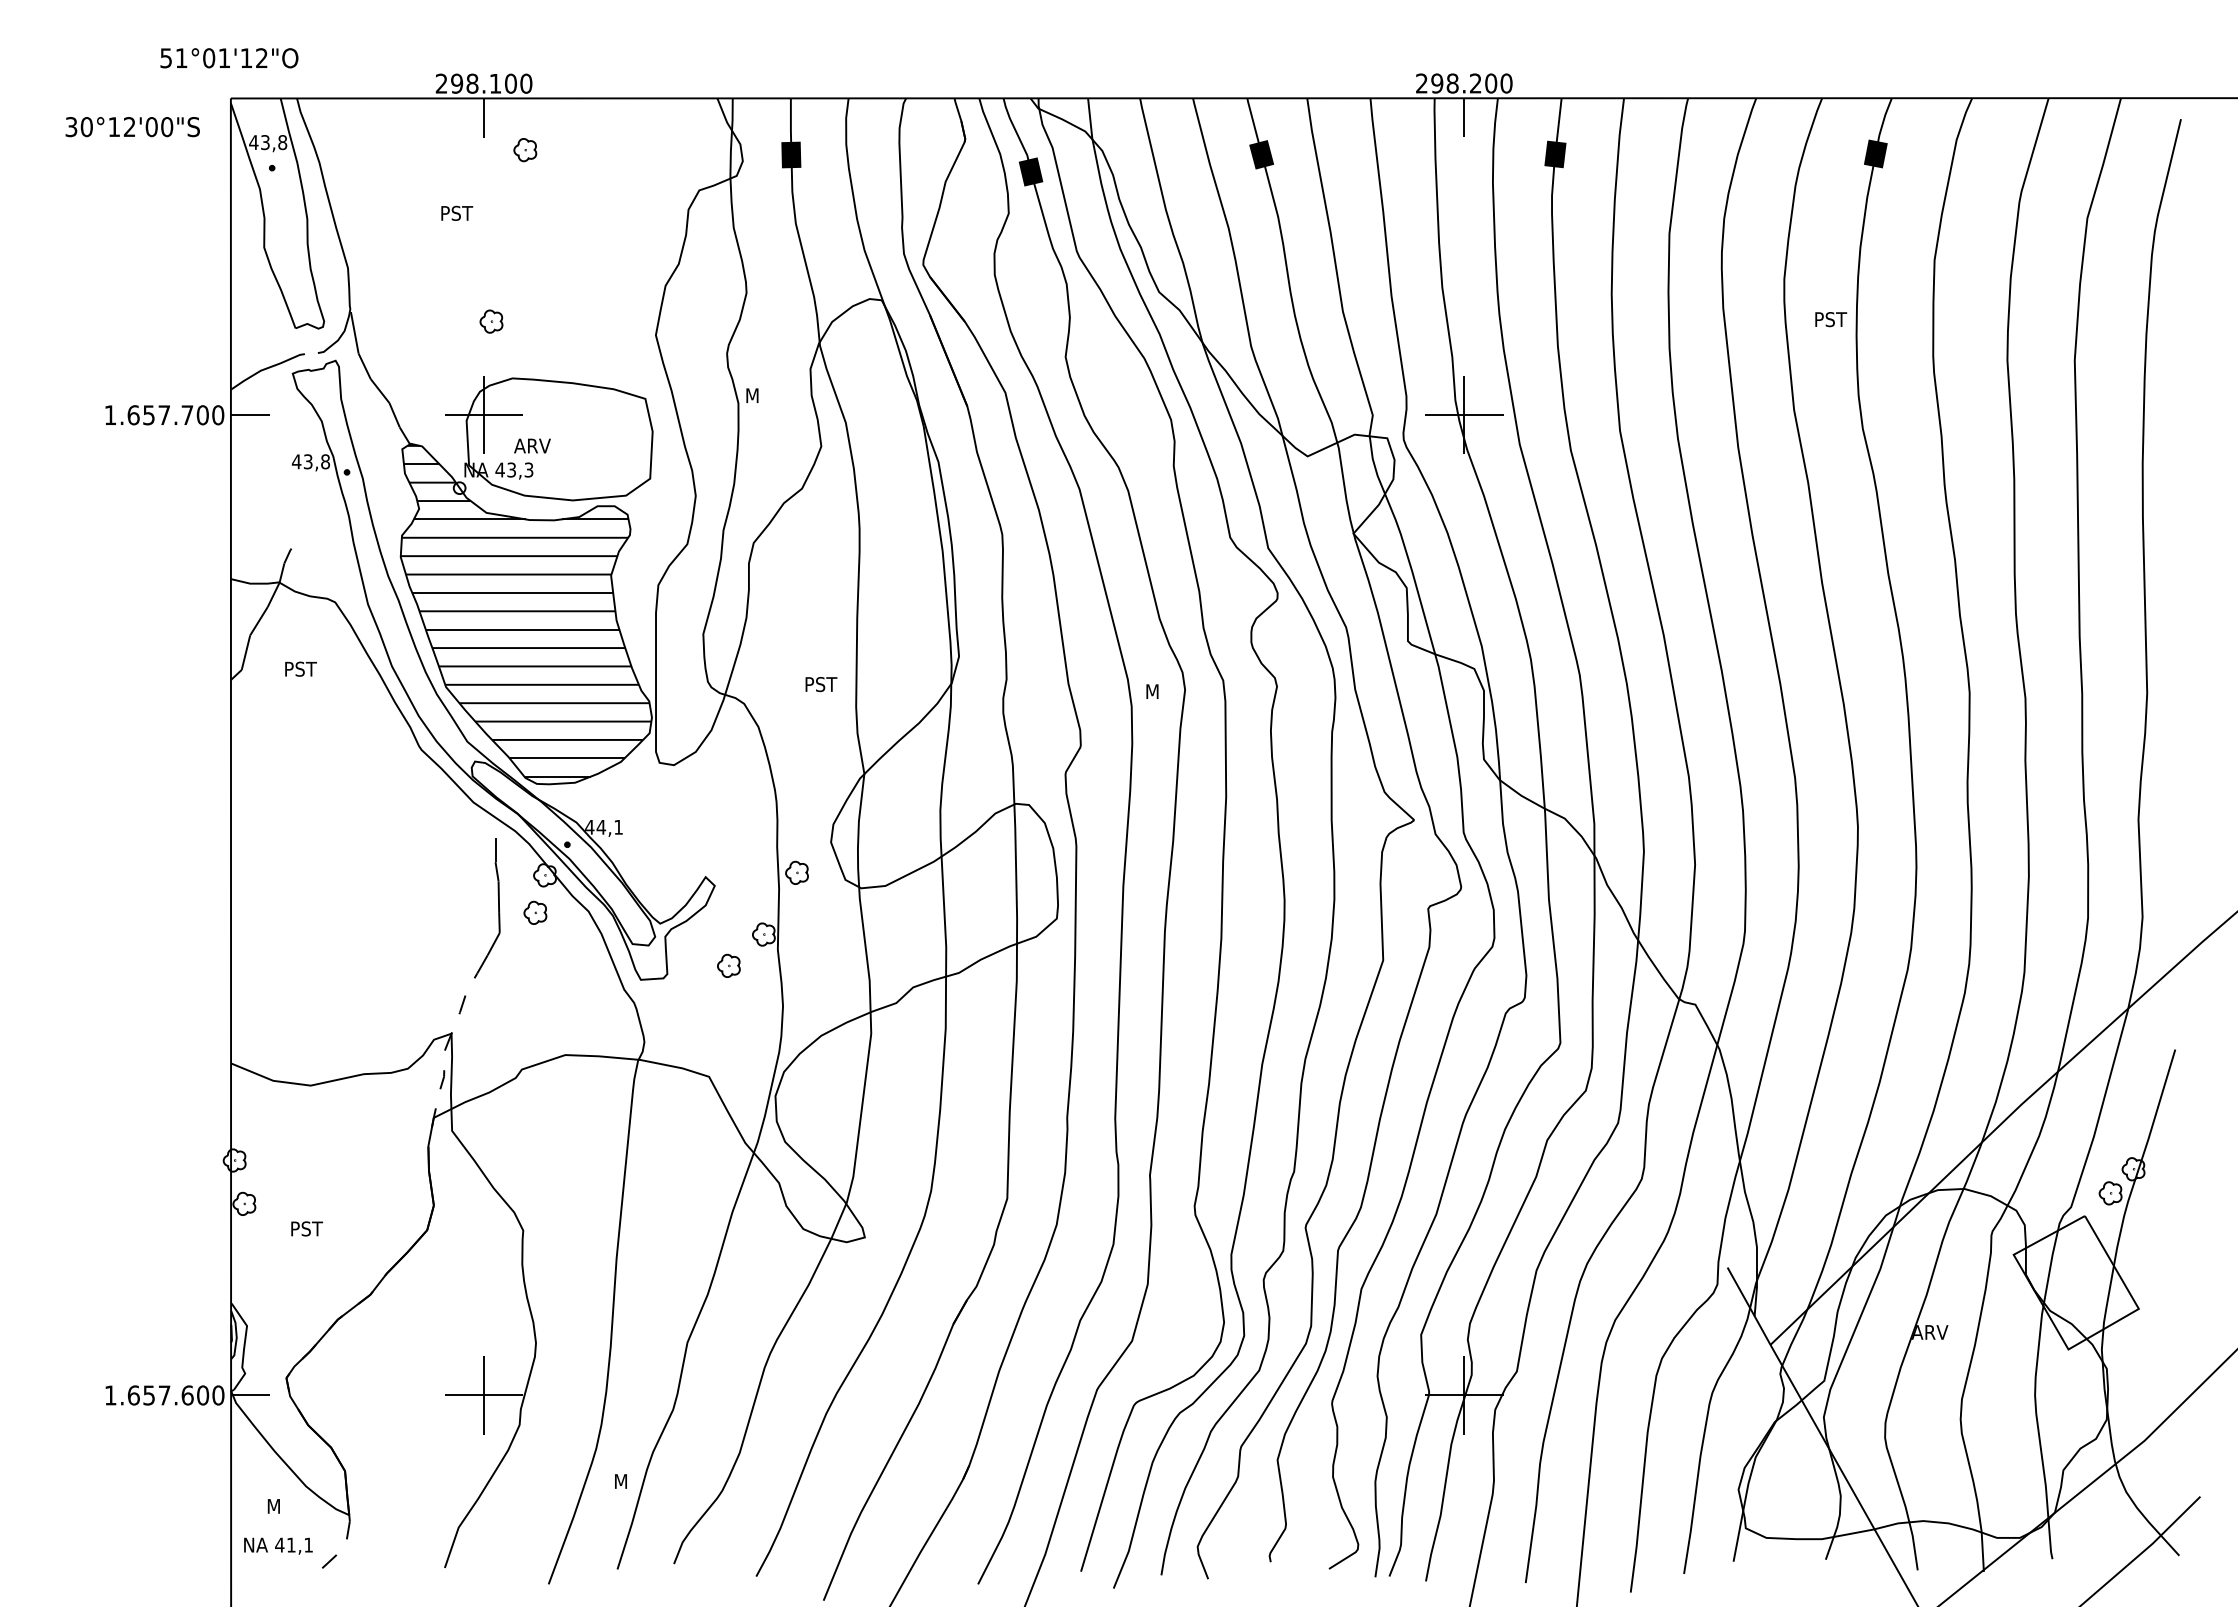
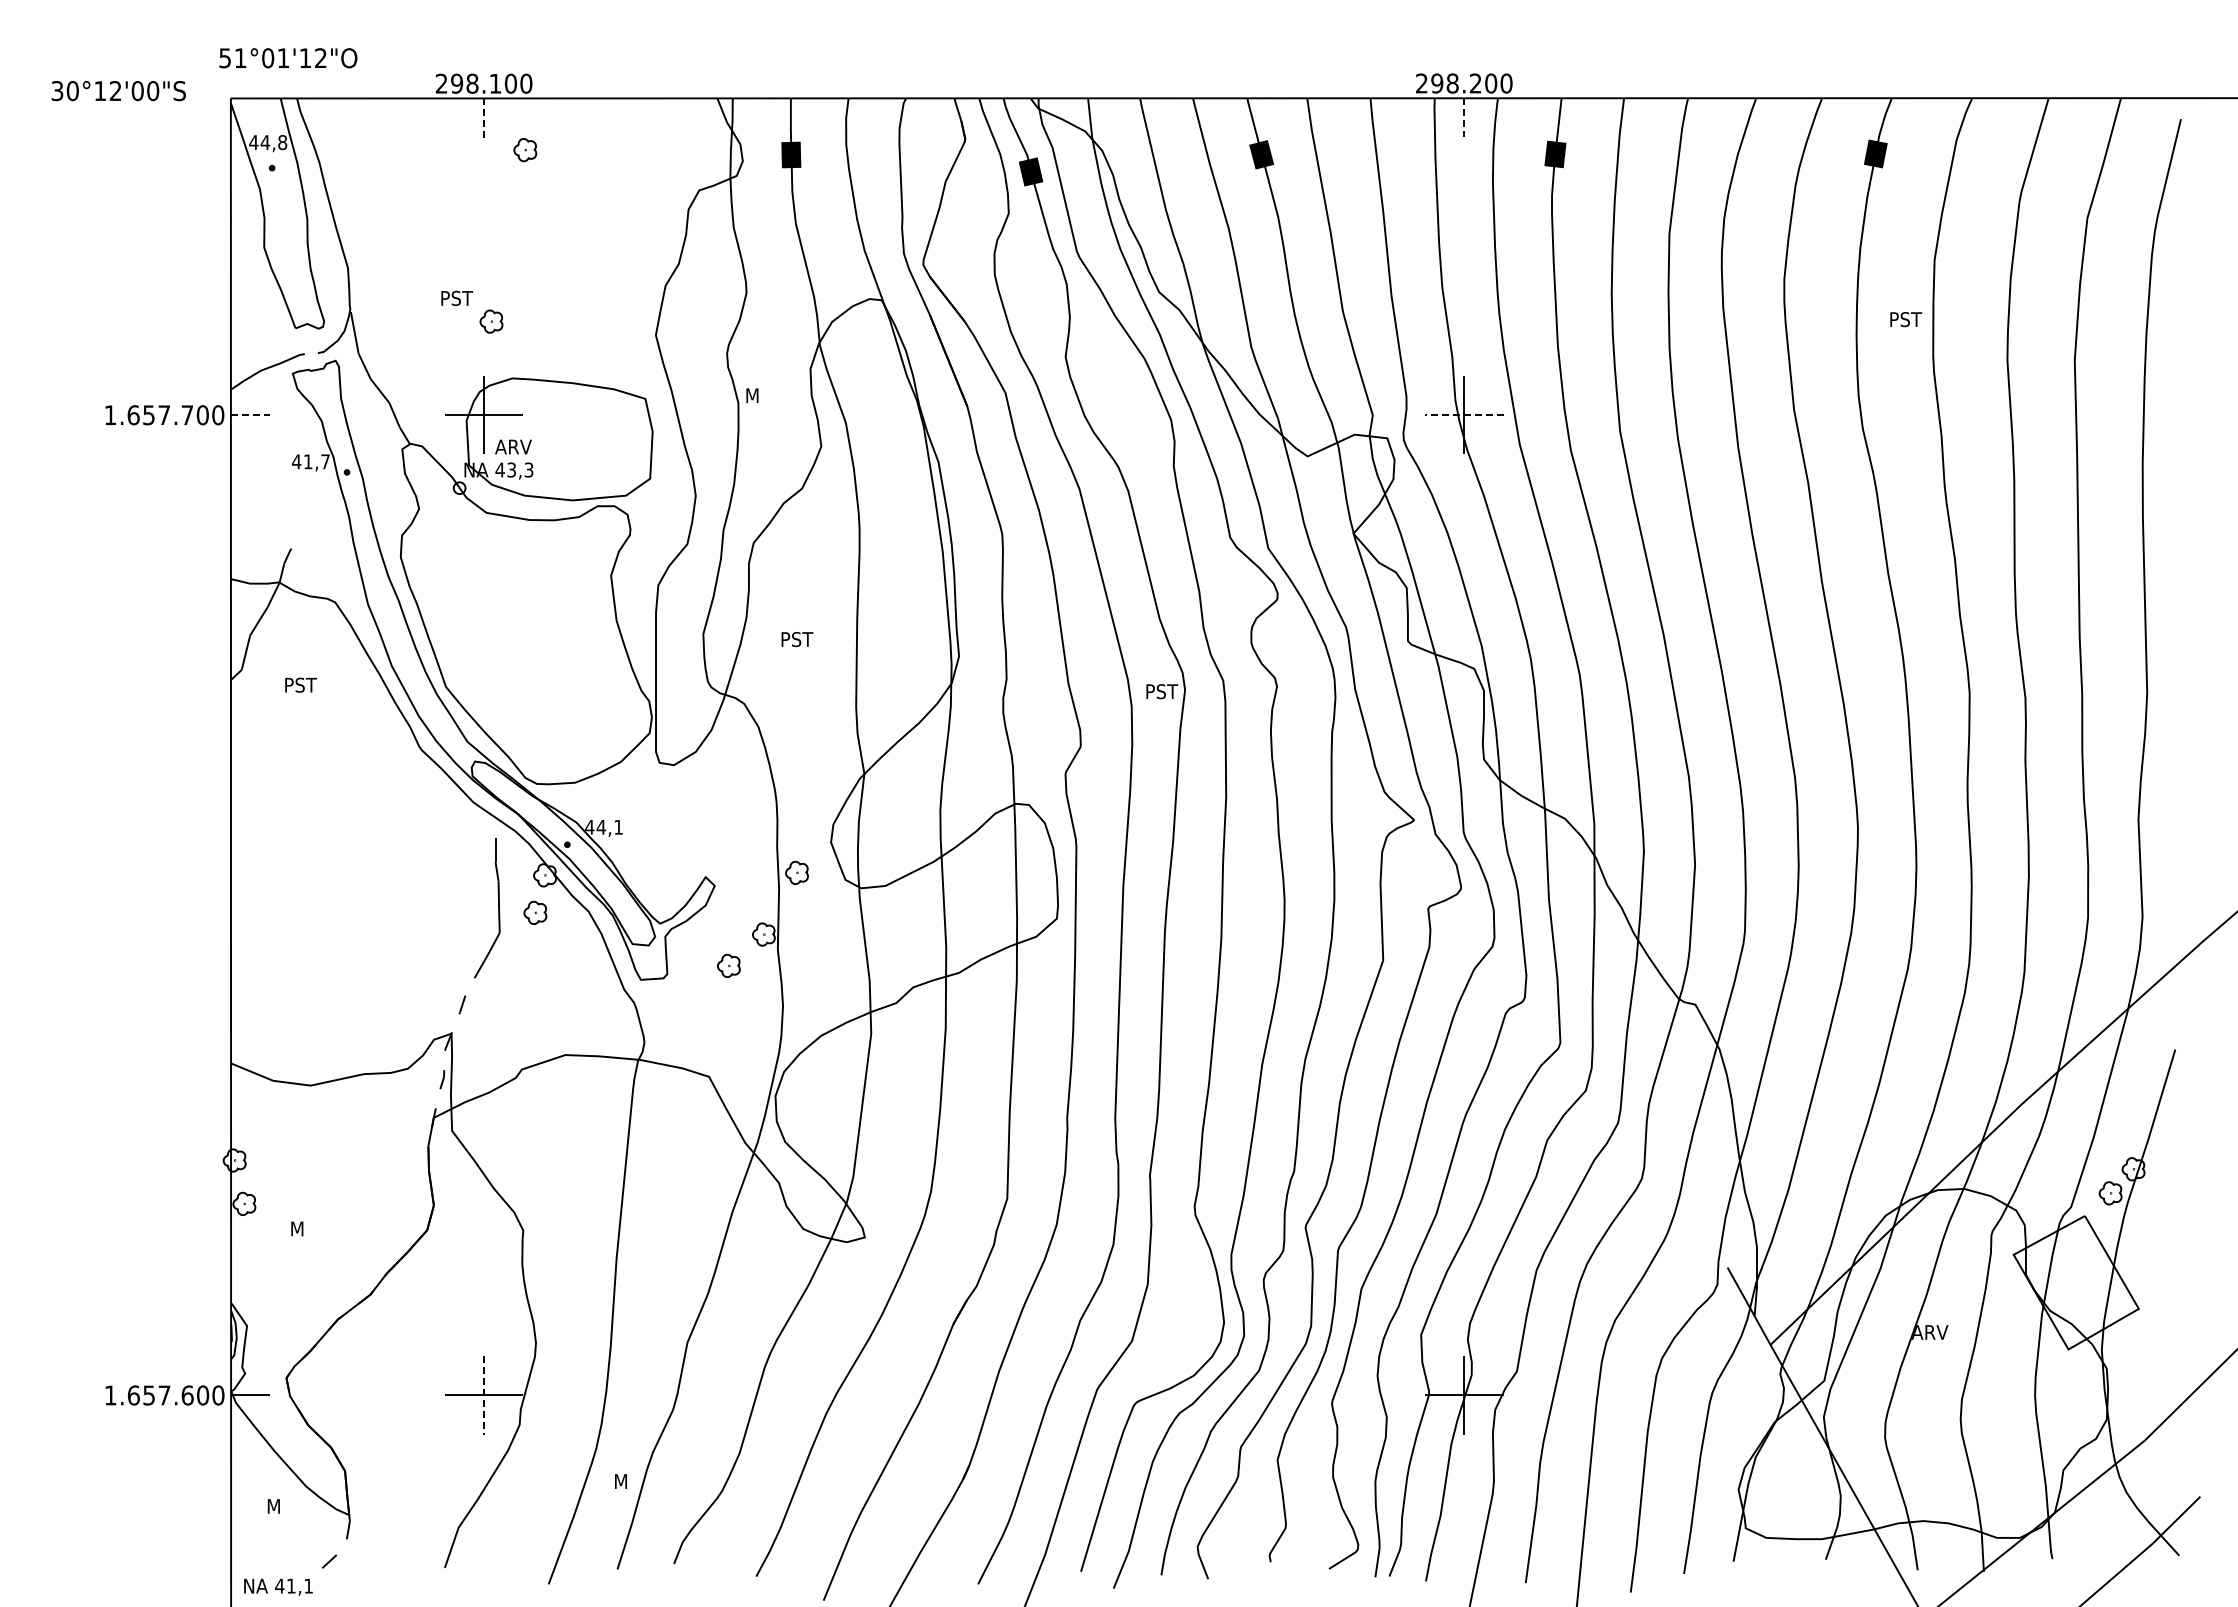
text at (229, 58) position: (229, 58) -> (288, 58)
line at (1464, 117): solid -> dashed
line at (484, 118): solid -> dashed
text at (132, 127) position: (132, 127) -> (118, 91)
text at (265, 142): 43,8 -> 44,8
text at (457, 212) position: (457, 212) -> (457, 297)
text at (1831, 319) position: (1831, 319) -> (1906, 319)
line at (250, 415): solid -> dashed
line at (1463, 415): solid -> dashed
text at (532, 445) position: (532, 445) -> (513, 446)
text at (316, 461): 43,8 -> 41,7
hatch at (525, 610): present -> none
text at (300, 668) position: (300, 668) -> (300, 684)
text at (821, 684) position: (821, 684) -> (797, 639)
text at (1163, 691): M -> PST
text at (308, 1228): PST -> M
line at (484, 1395): solid -> dashed
text at (278, 1545) position: (278, 1545) -> (278, 1586)
